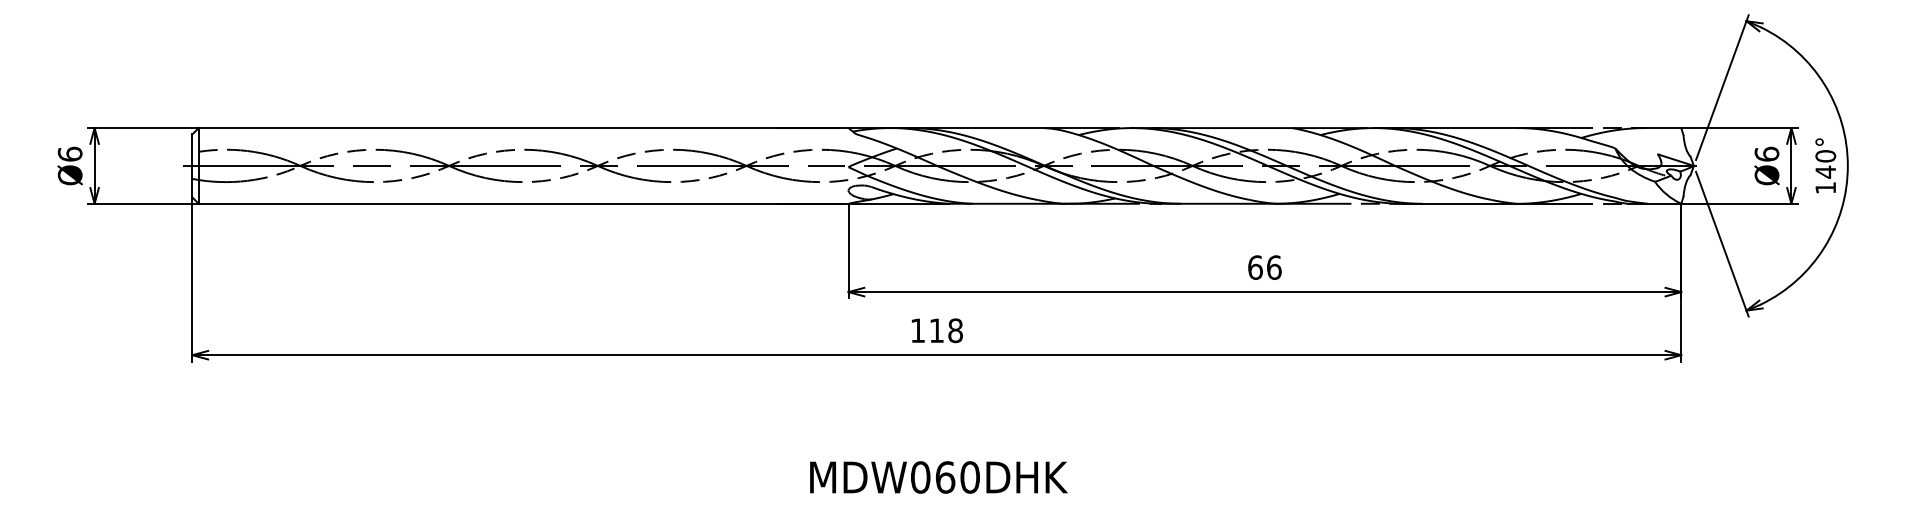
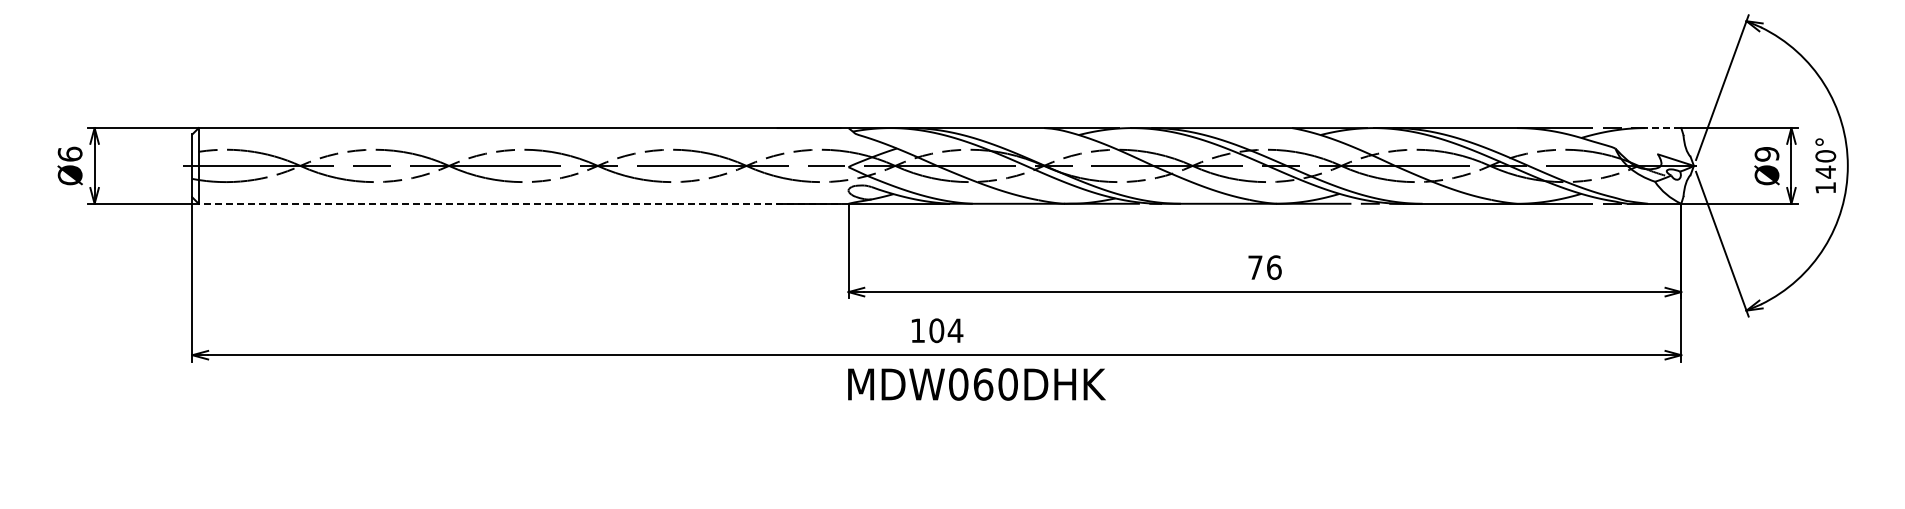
line at (1662, 128): solid -> dashed
text at (1766, 153): Ø6 -> Ø9
line at (523, 203): solid -> dashed
text at (1255, 267): 66 -> 76
text at (946, 330): 118 -> 104
text at (938, 477) position: (938, 477) -> (976, 384)
